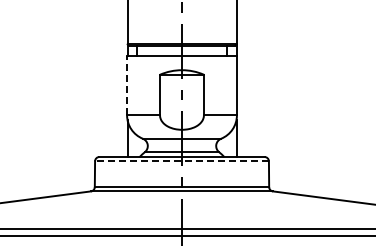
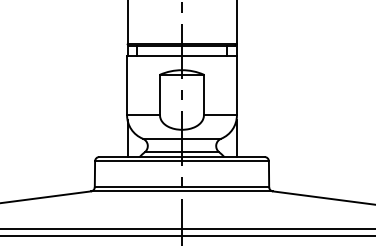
line at (127, 85): dashed -> solid
line at (182, 161): dashed -> solid
